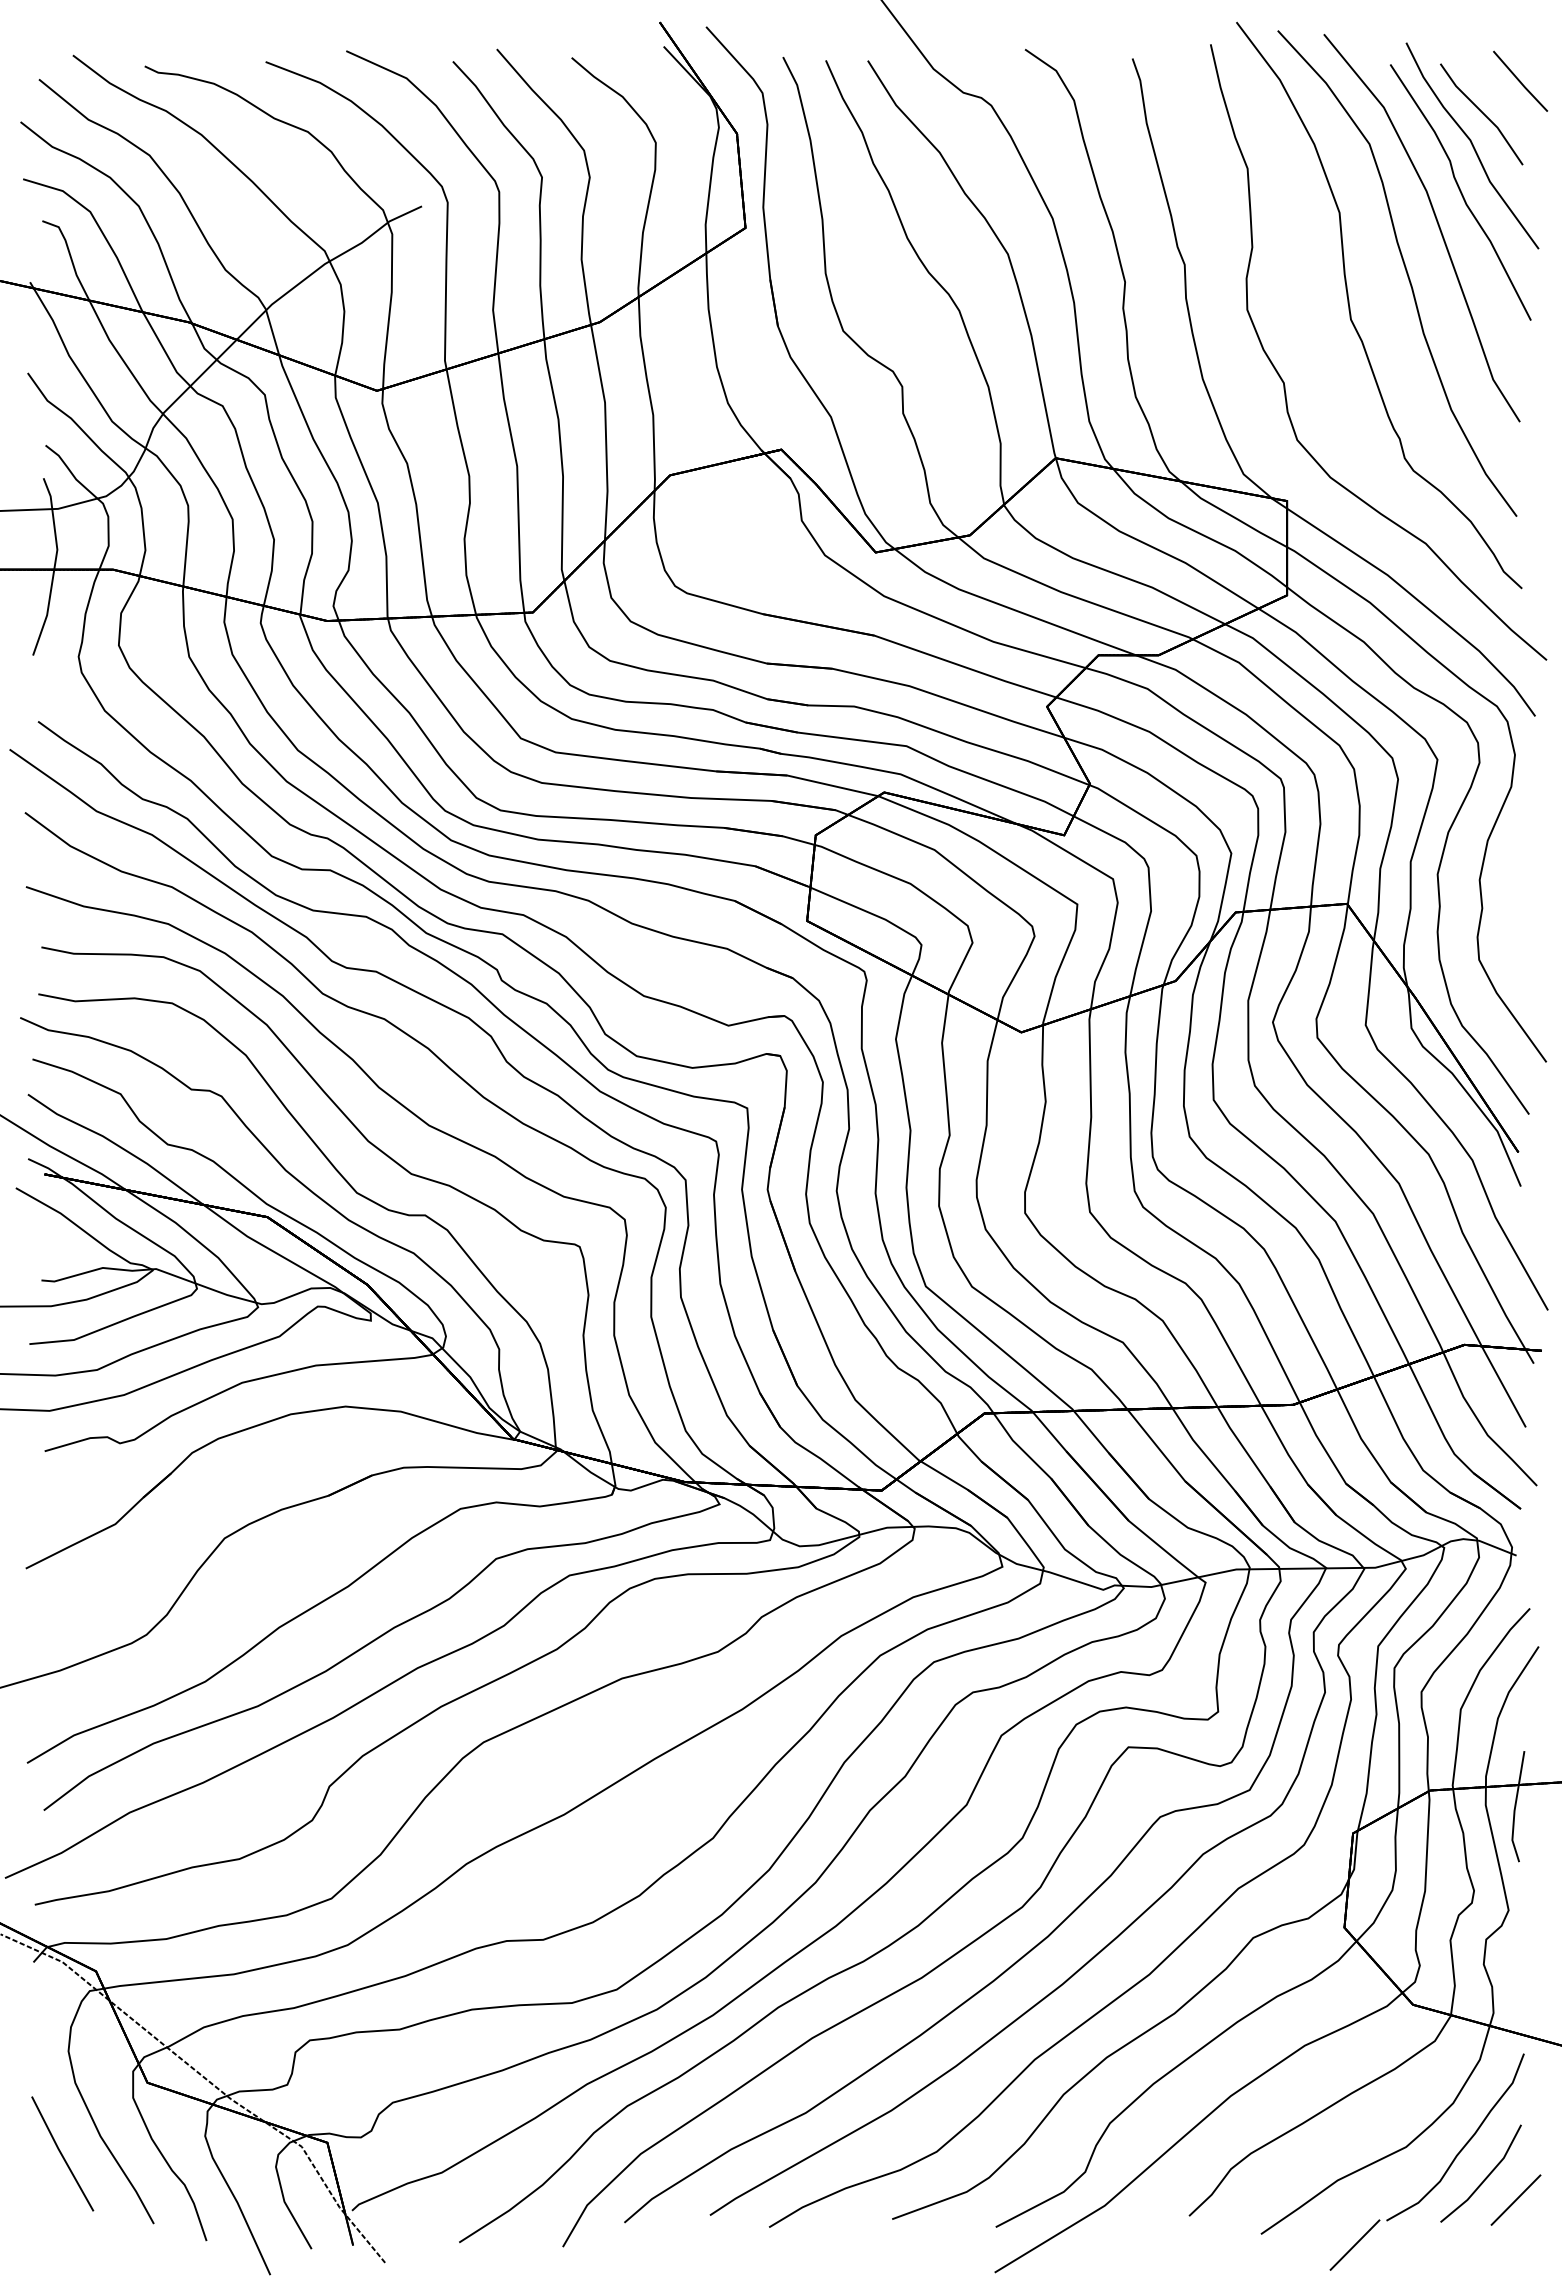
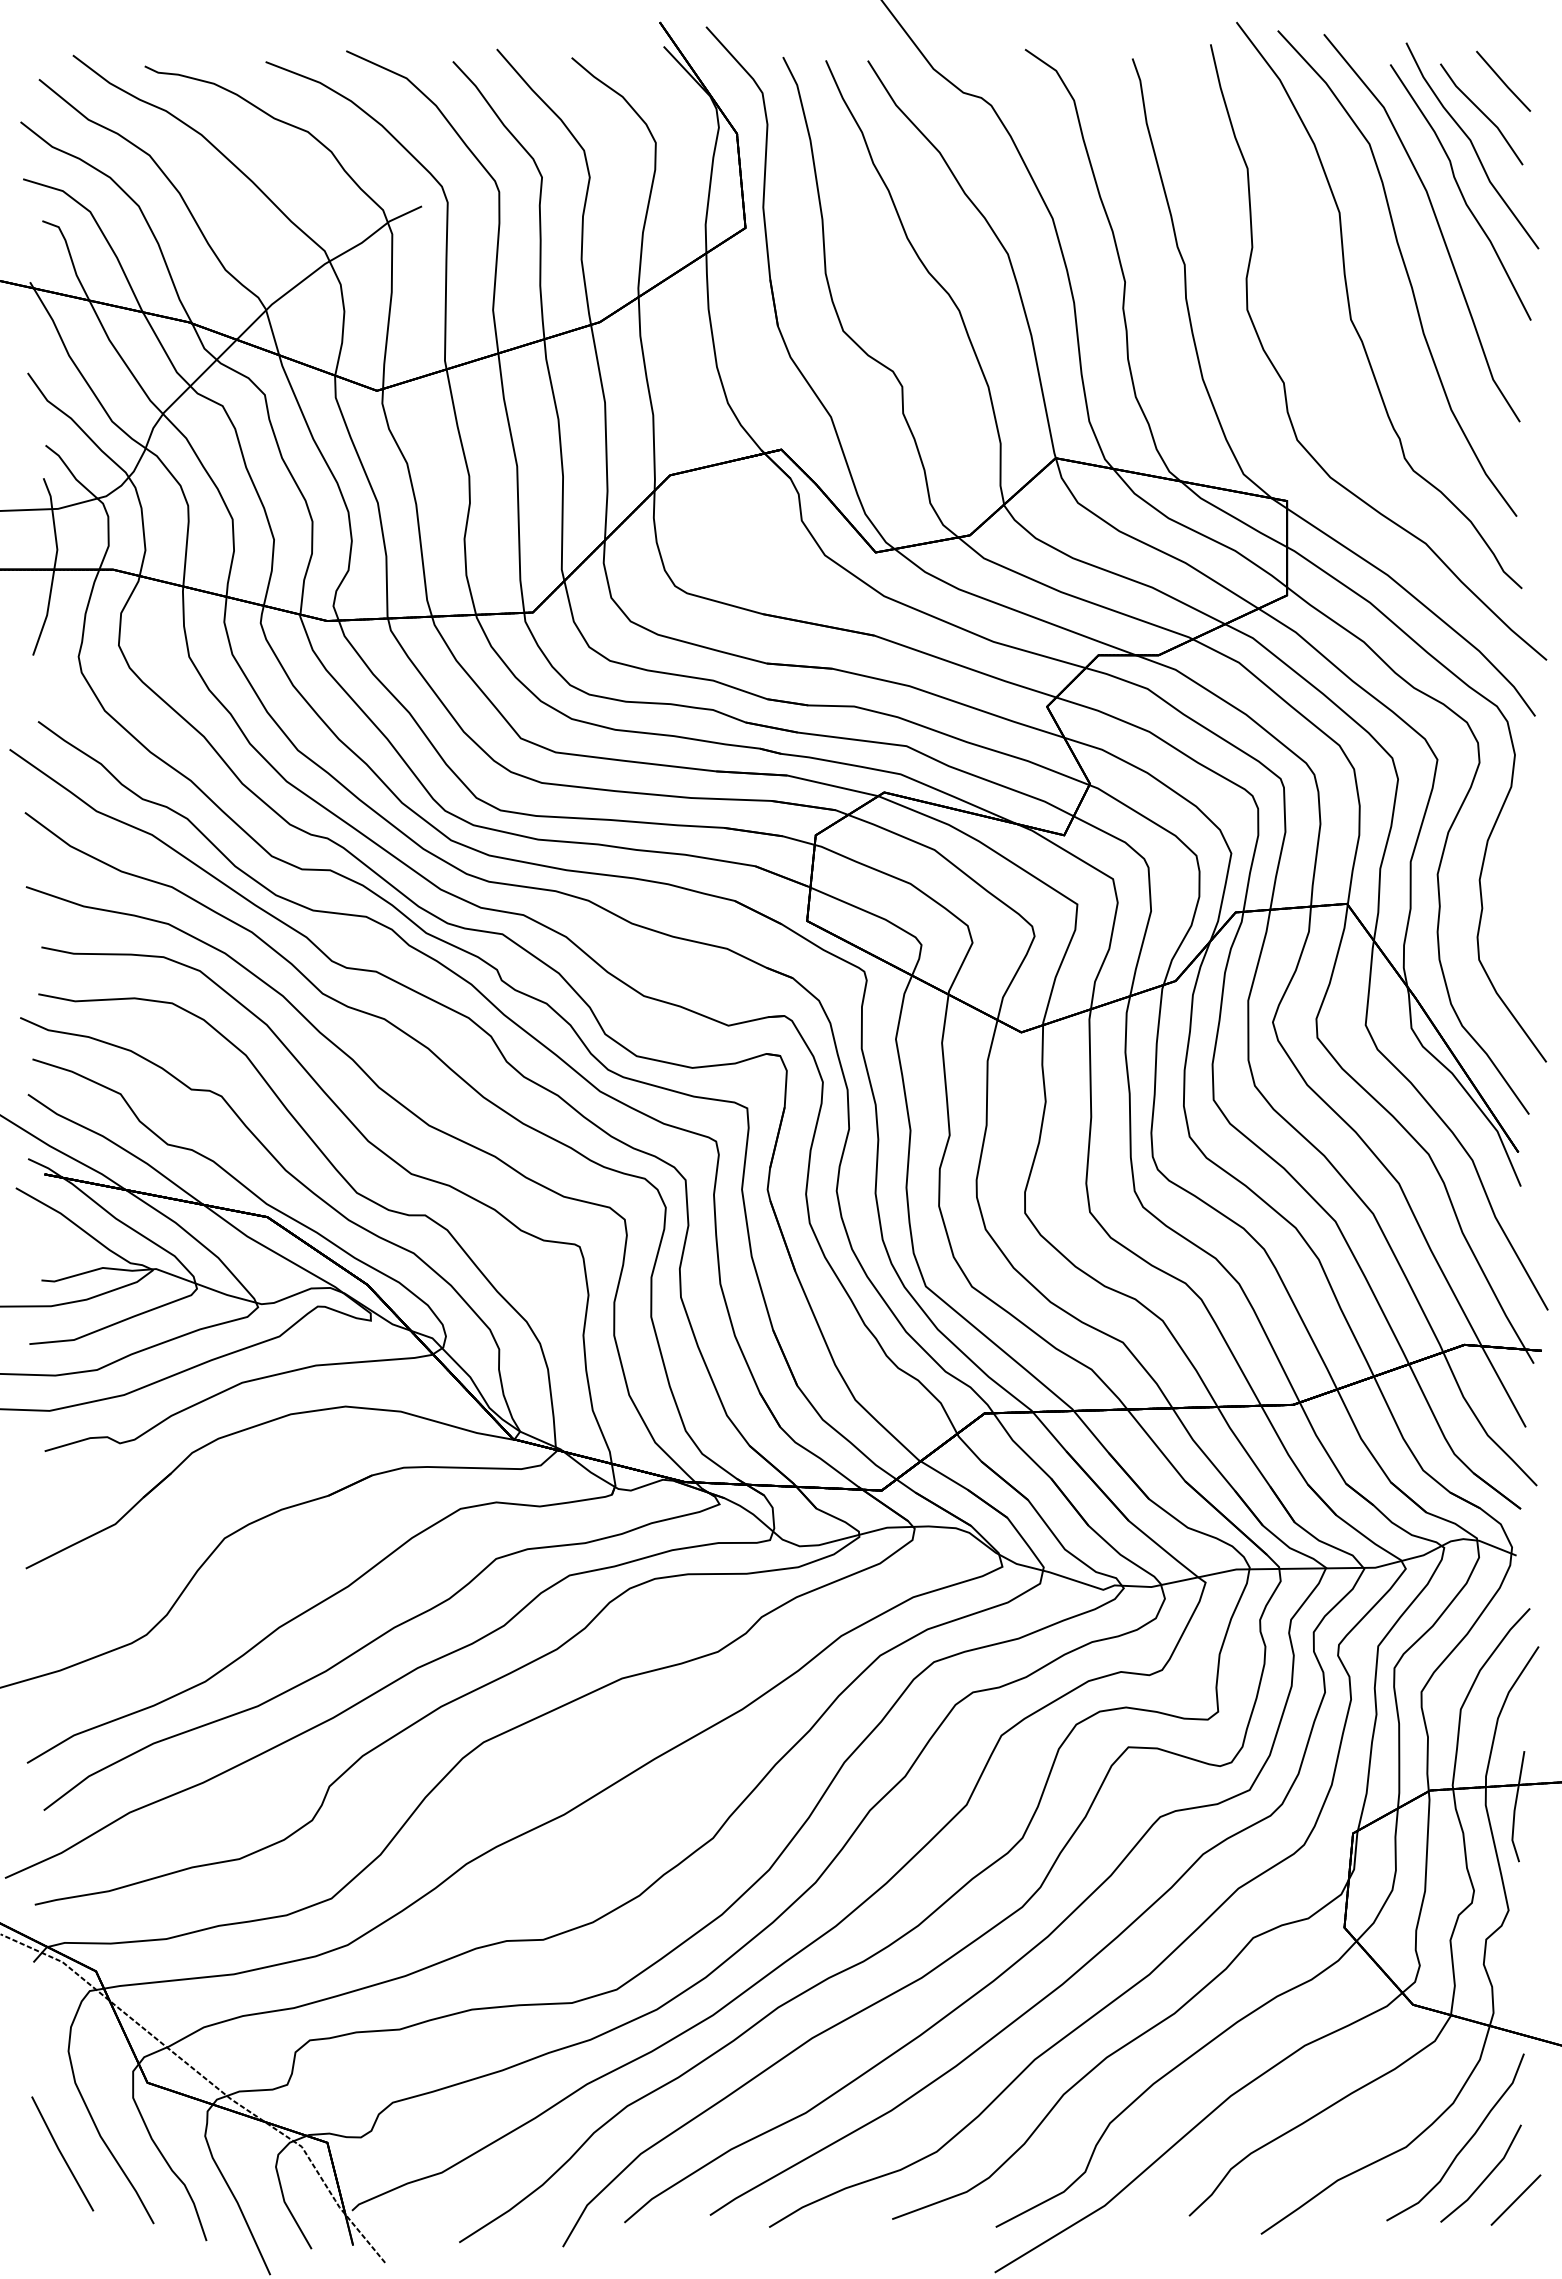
line at (1520, 80) position: (1520, 80) -> (1503, 80)
line at (1354, 2244): present -> none
